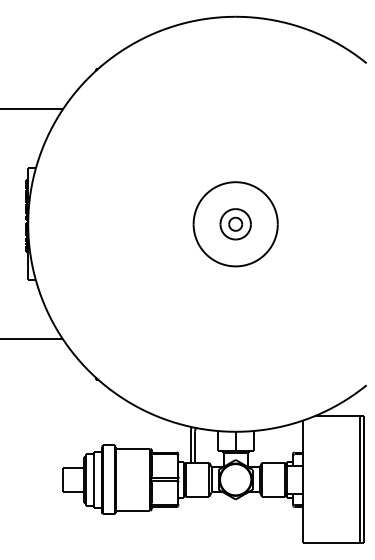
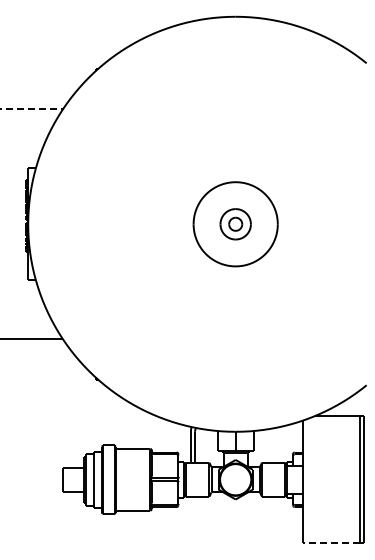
line at (32, 109): solid -> dashed
line at (330, 543): solid -> dashed
